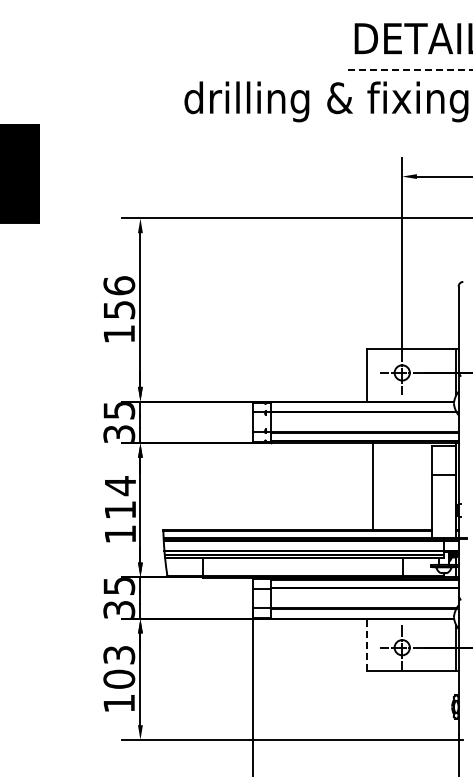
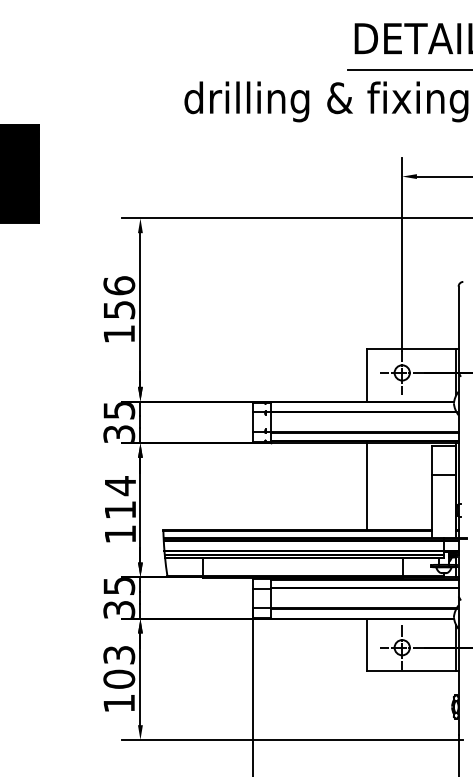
line at (410, 69): dashed -> solid
line at (373, 486) position: (373, 486) -> (367, 486)
line at (367, 644): dashed -> solid
